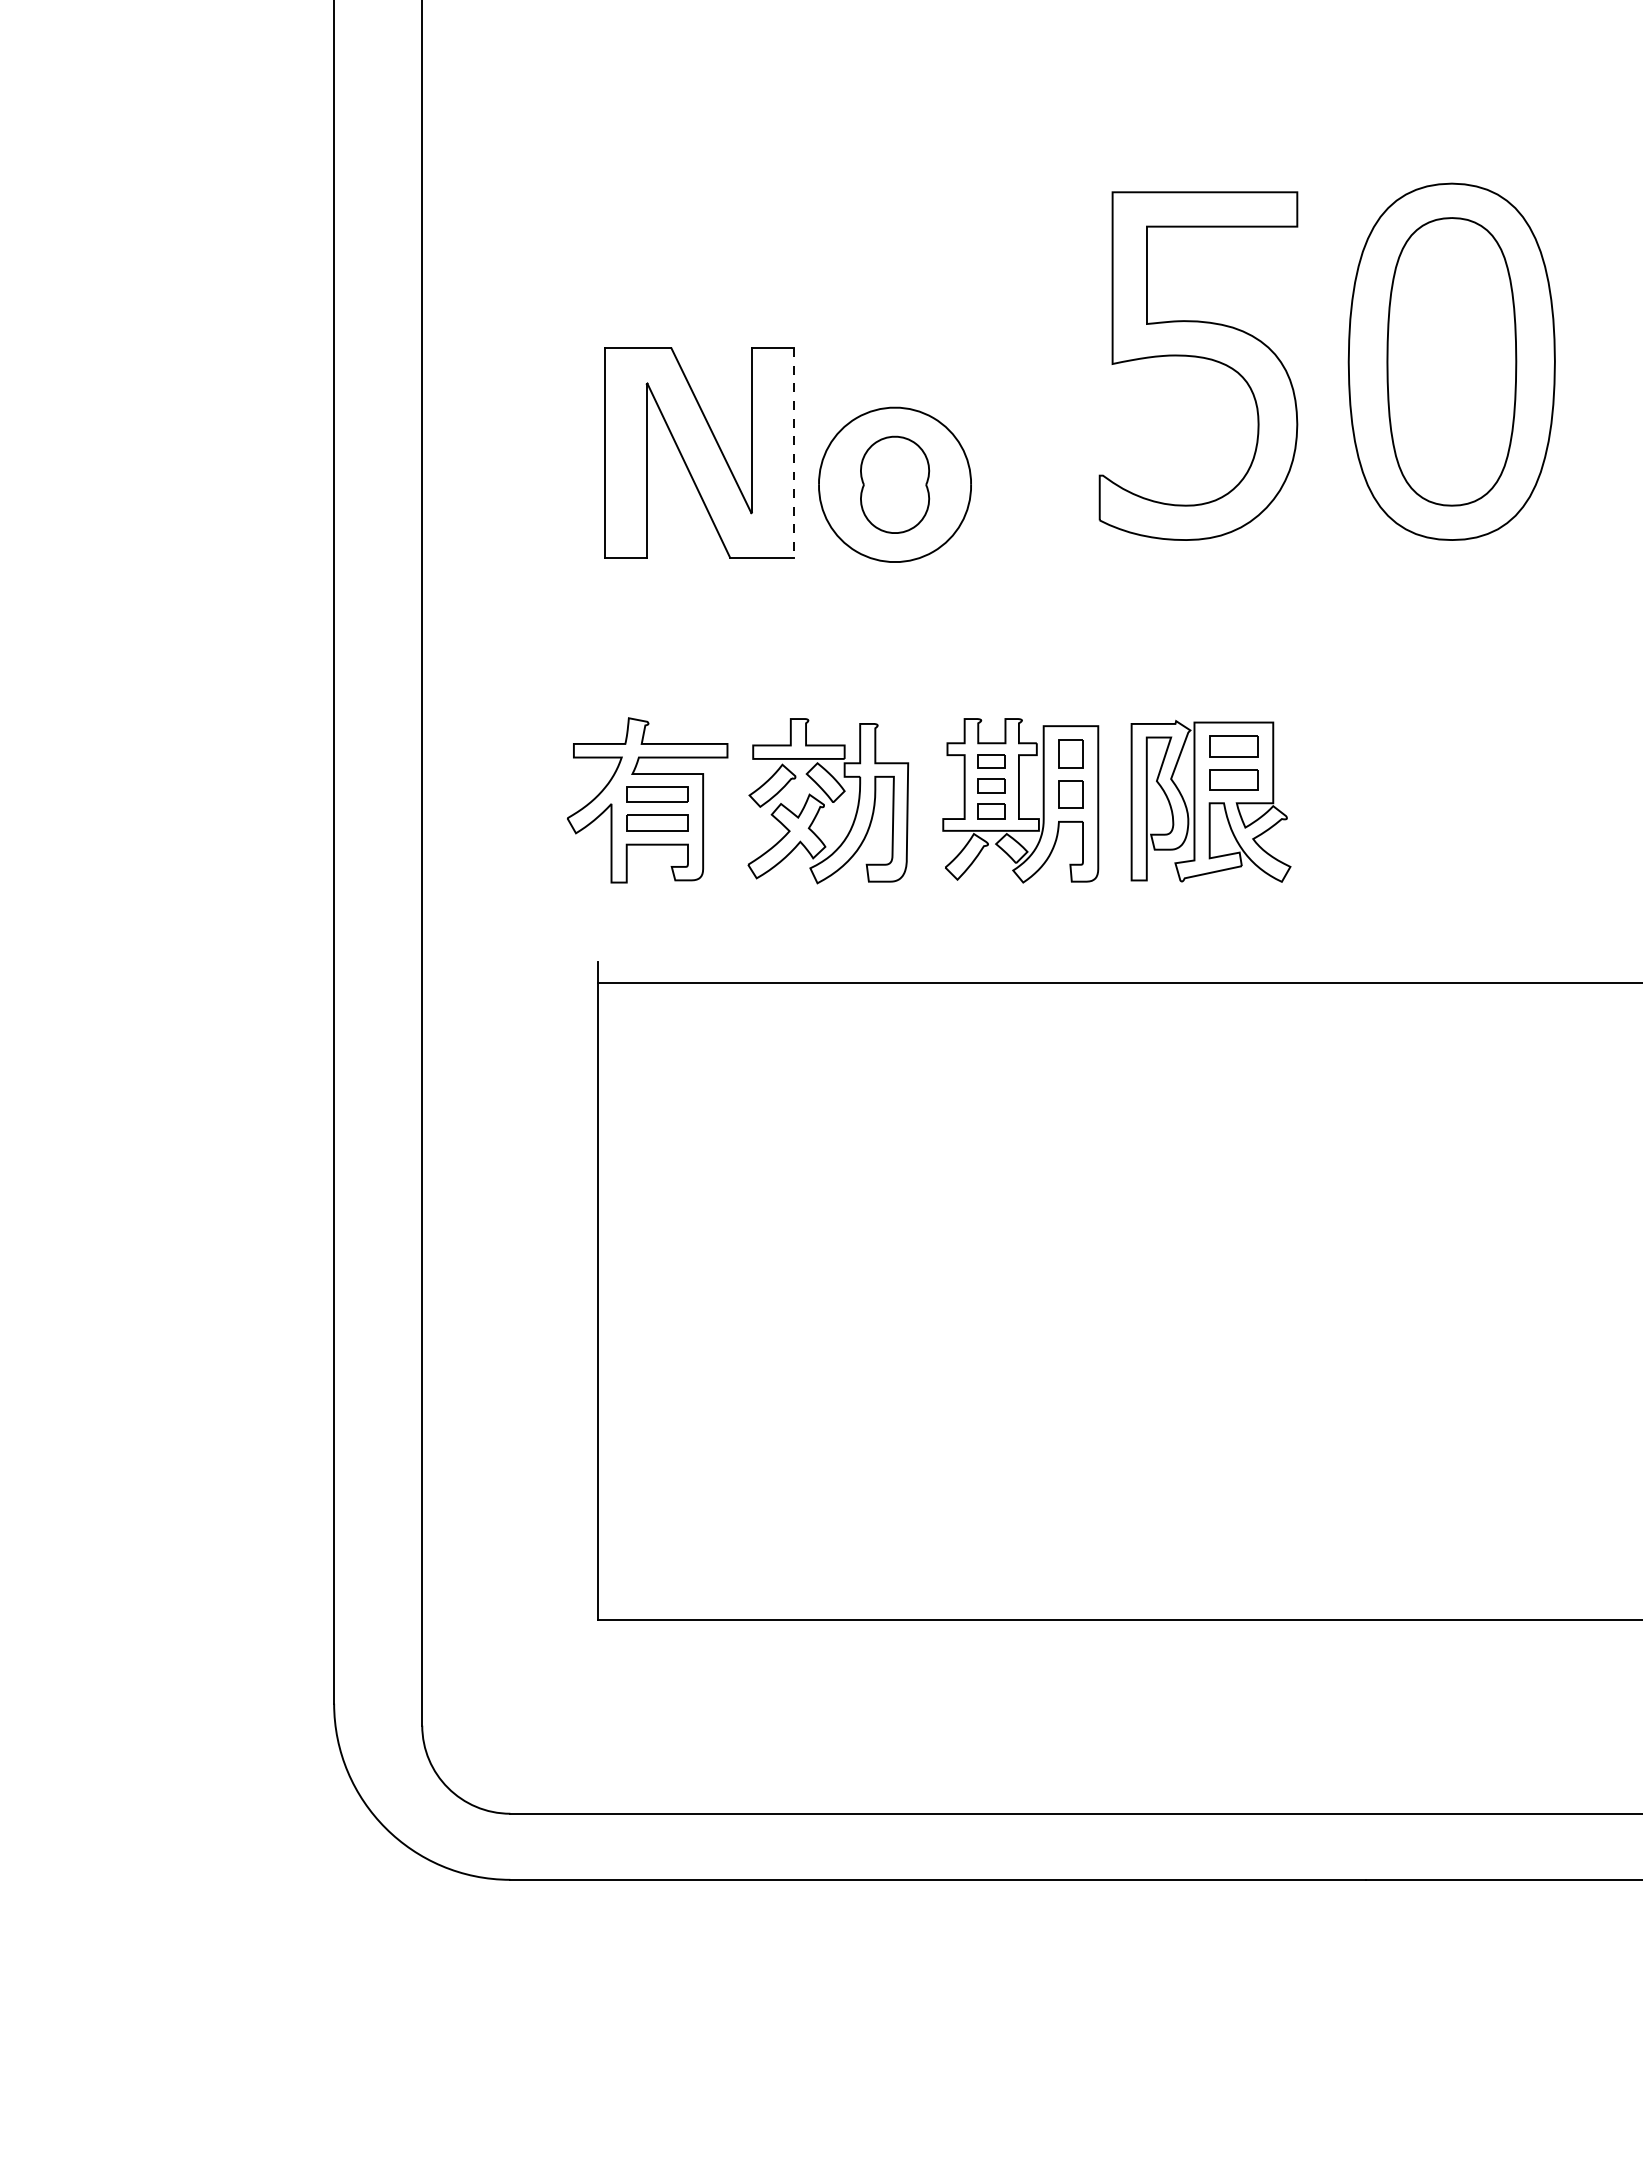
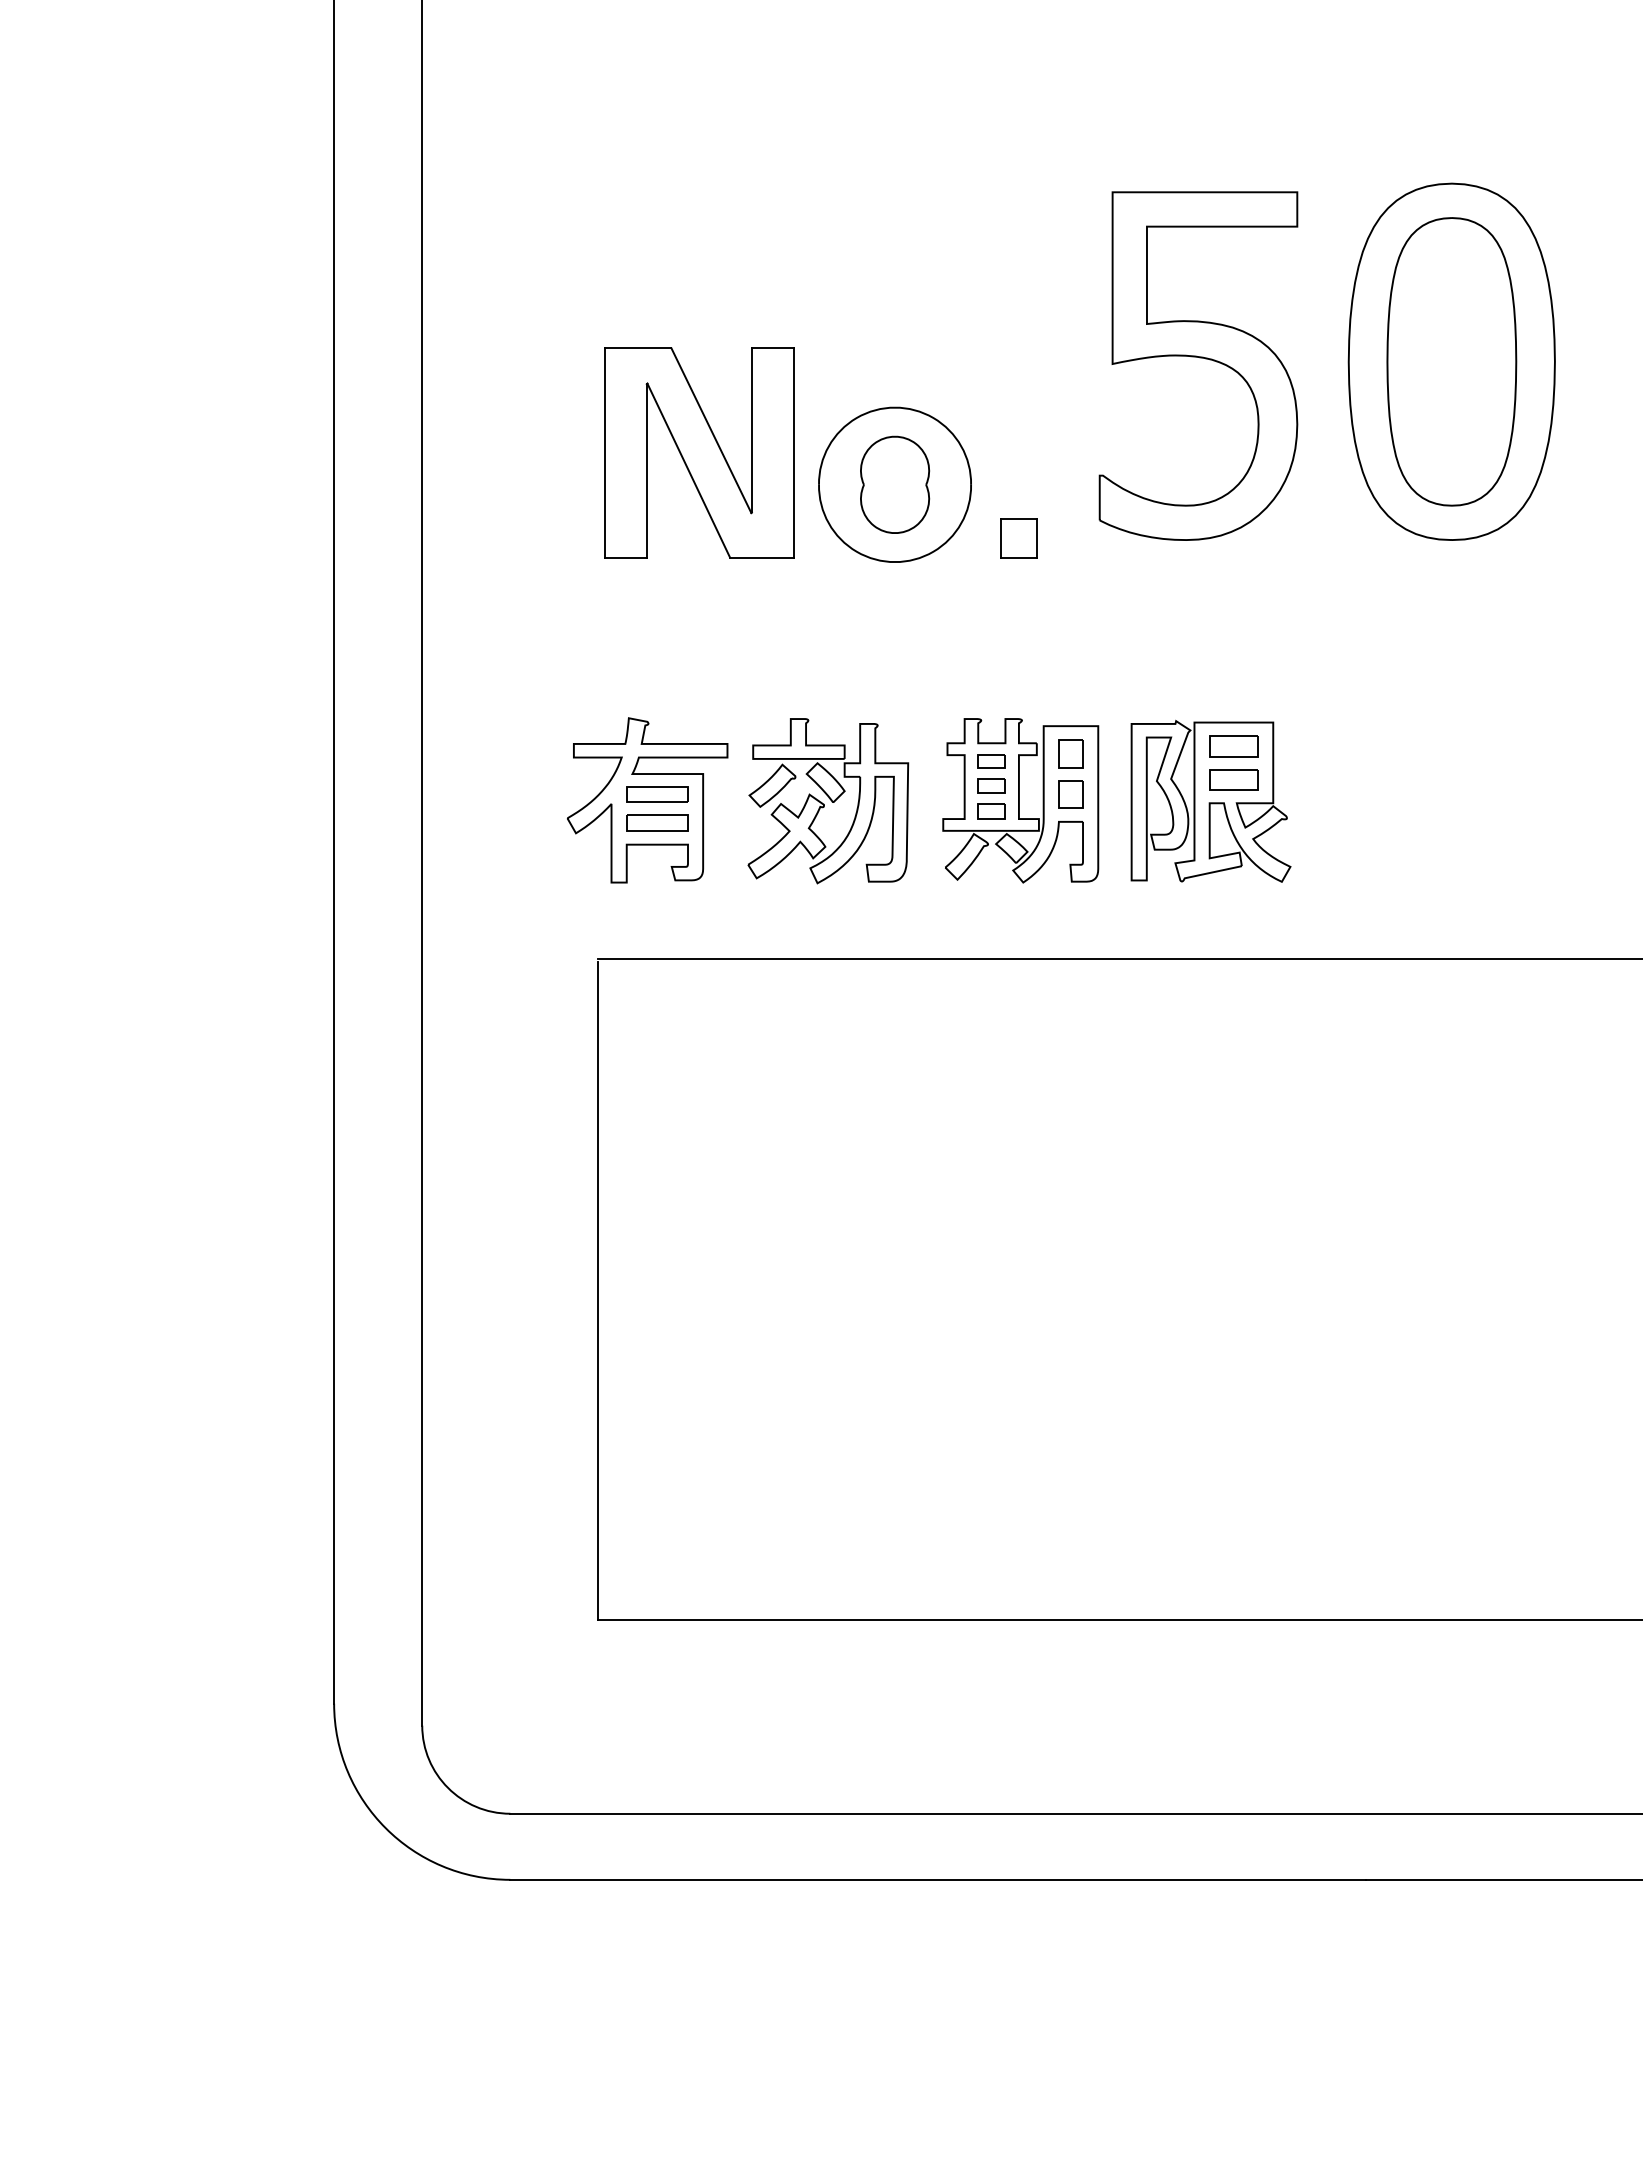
line at (793, 452): dashed -> solid
part at (1018, 538): none -> present
line at (1118, 983) position: (1118, 983) -> (1118, 959)
